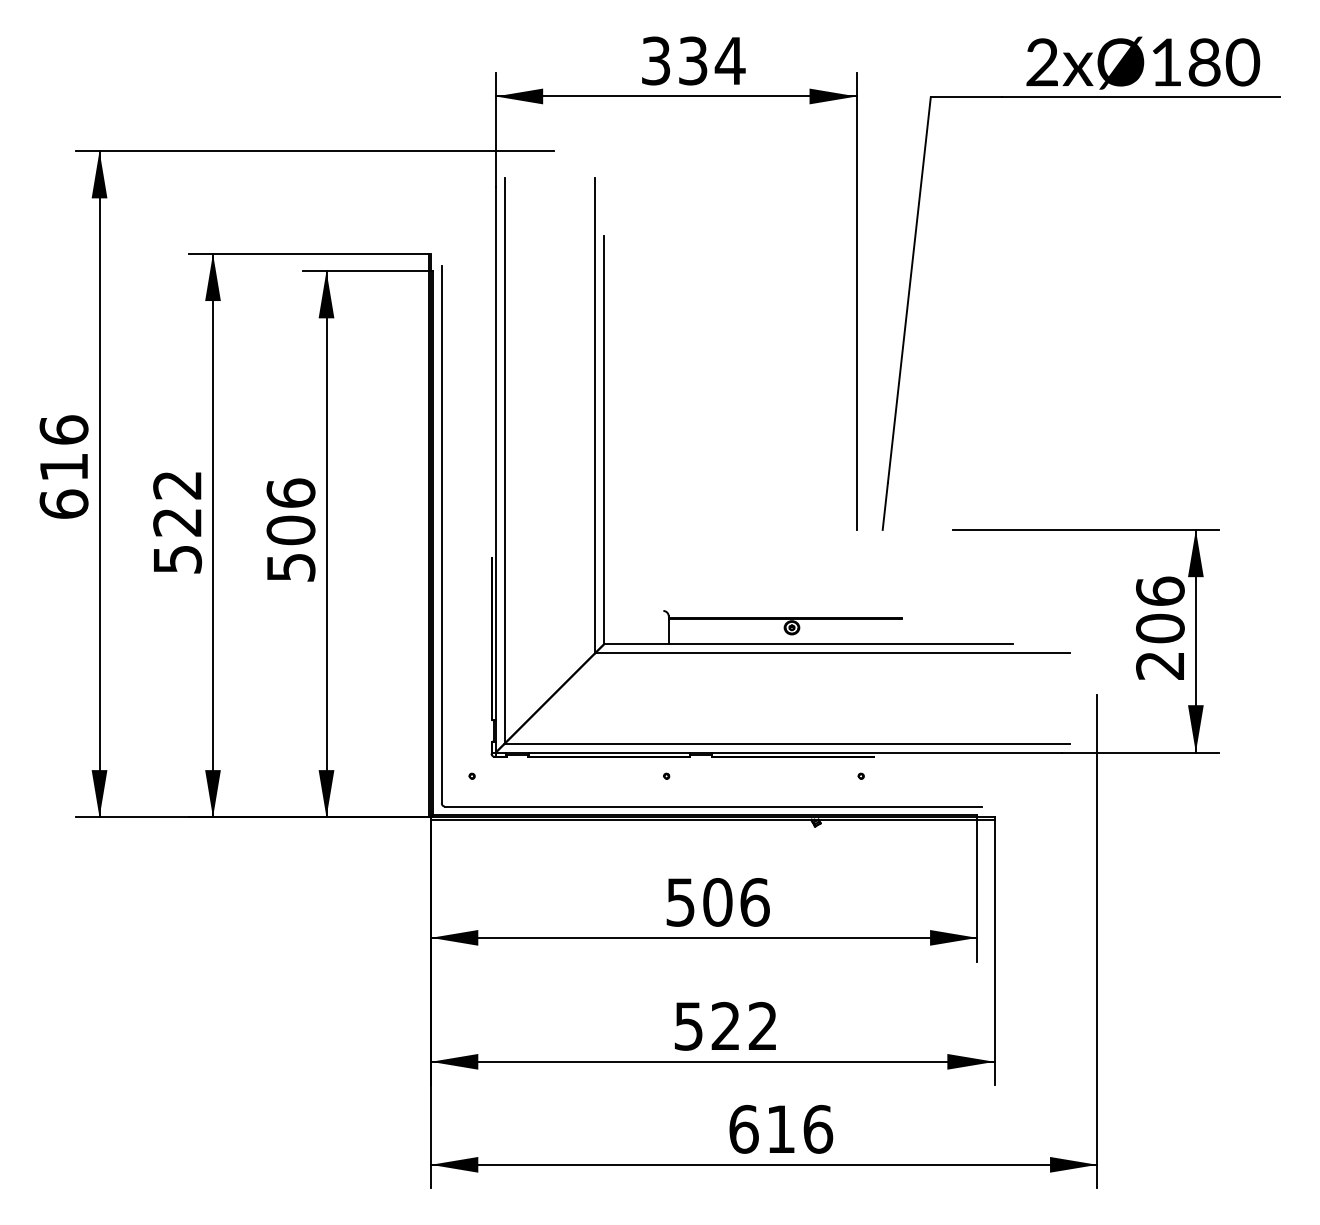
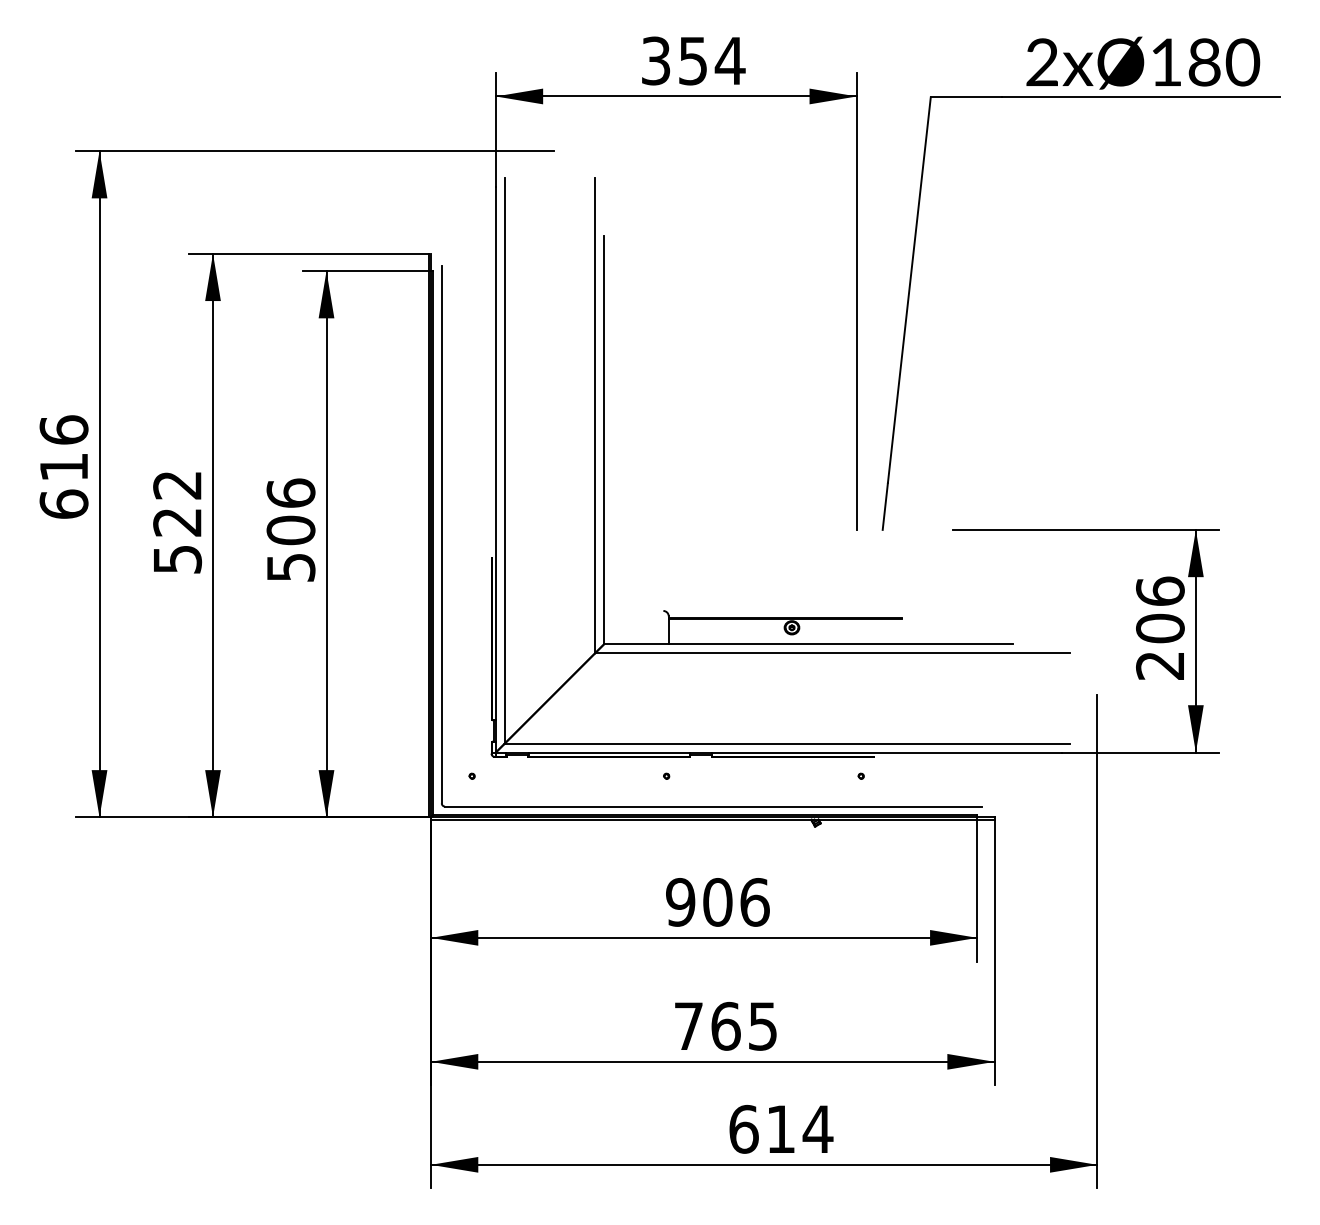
text at (693, 60): 334 -> 354
text at (680, 902): 506 -> 906
text at (725, 1025): 522 -> 765
text at (817, 1128): 616 -> 614
